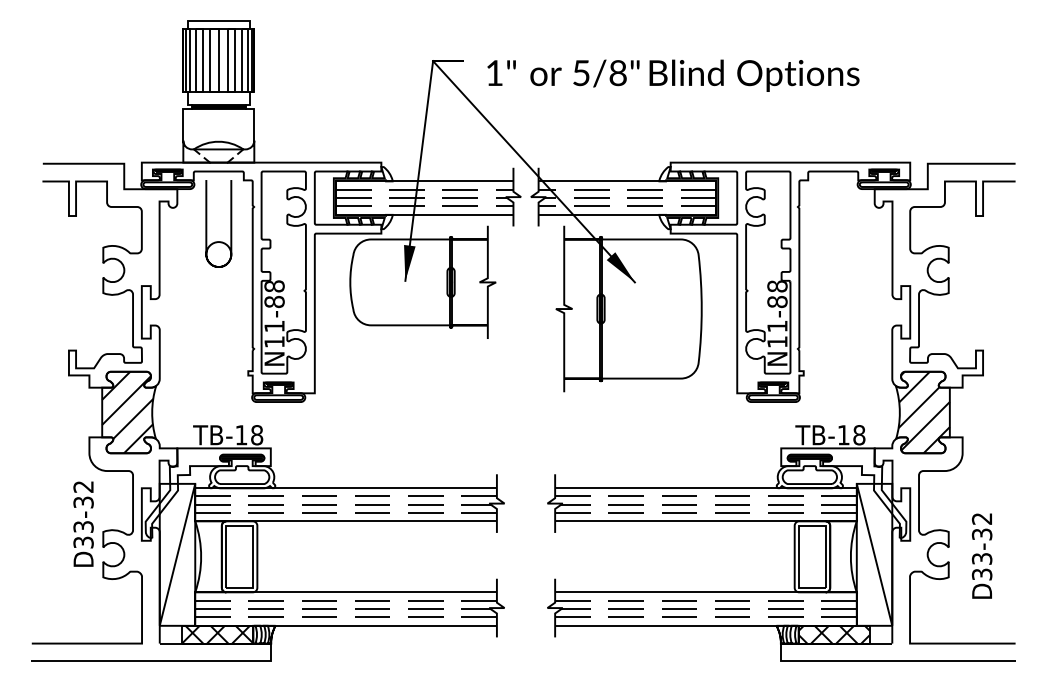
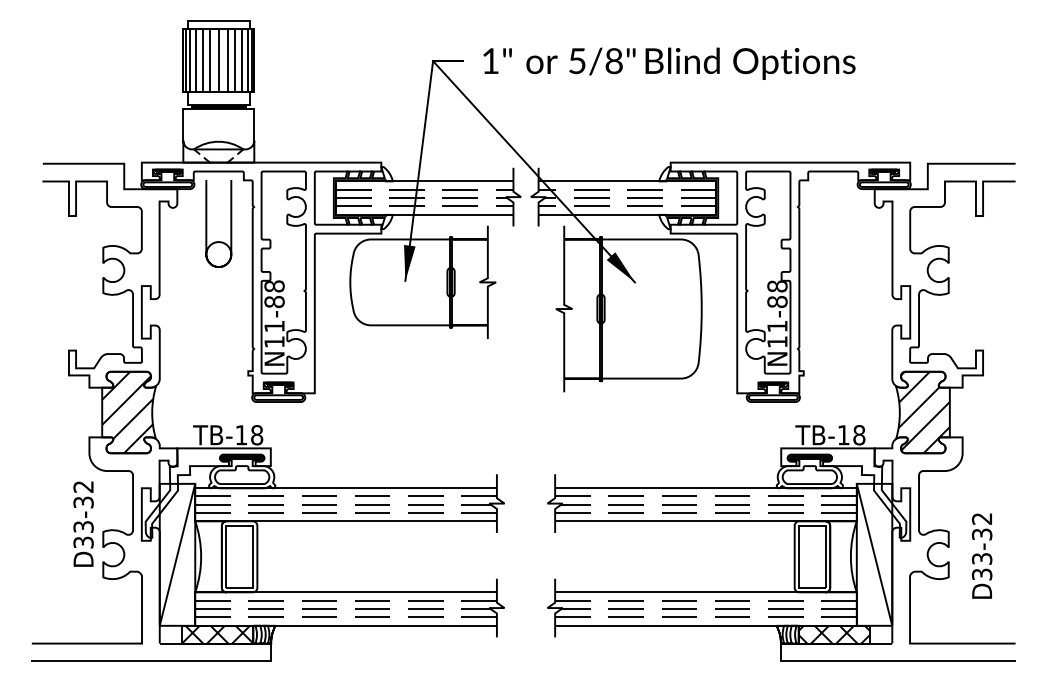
text at (673, 75) position: (673, 75) -> (669, 63)
